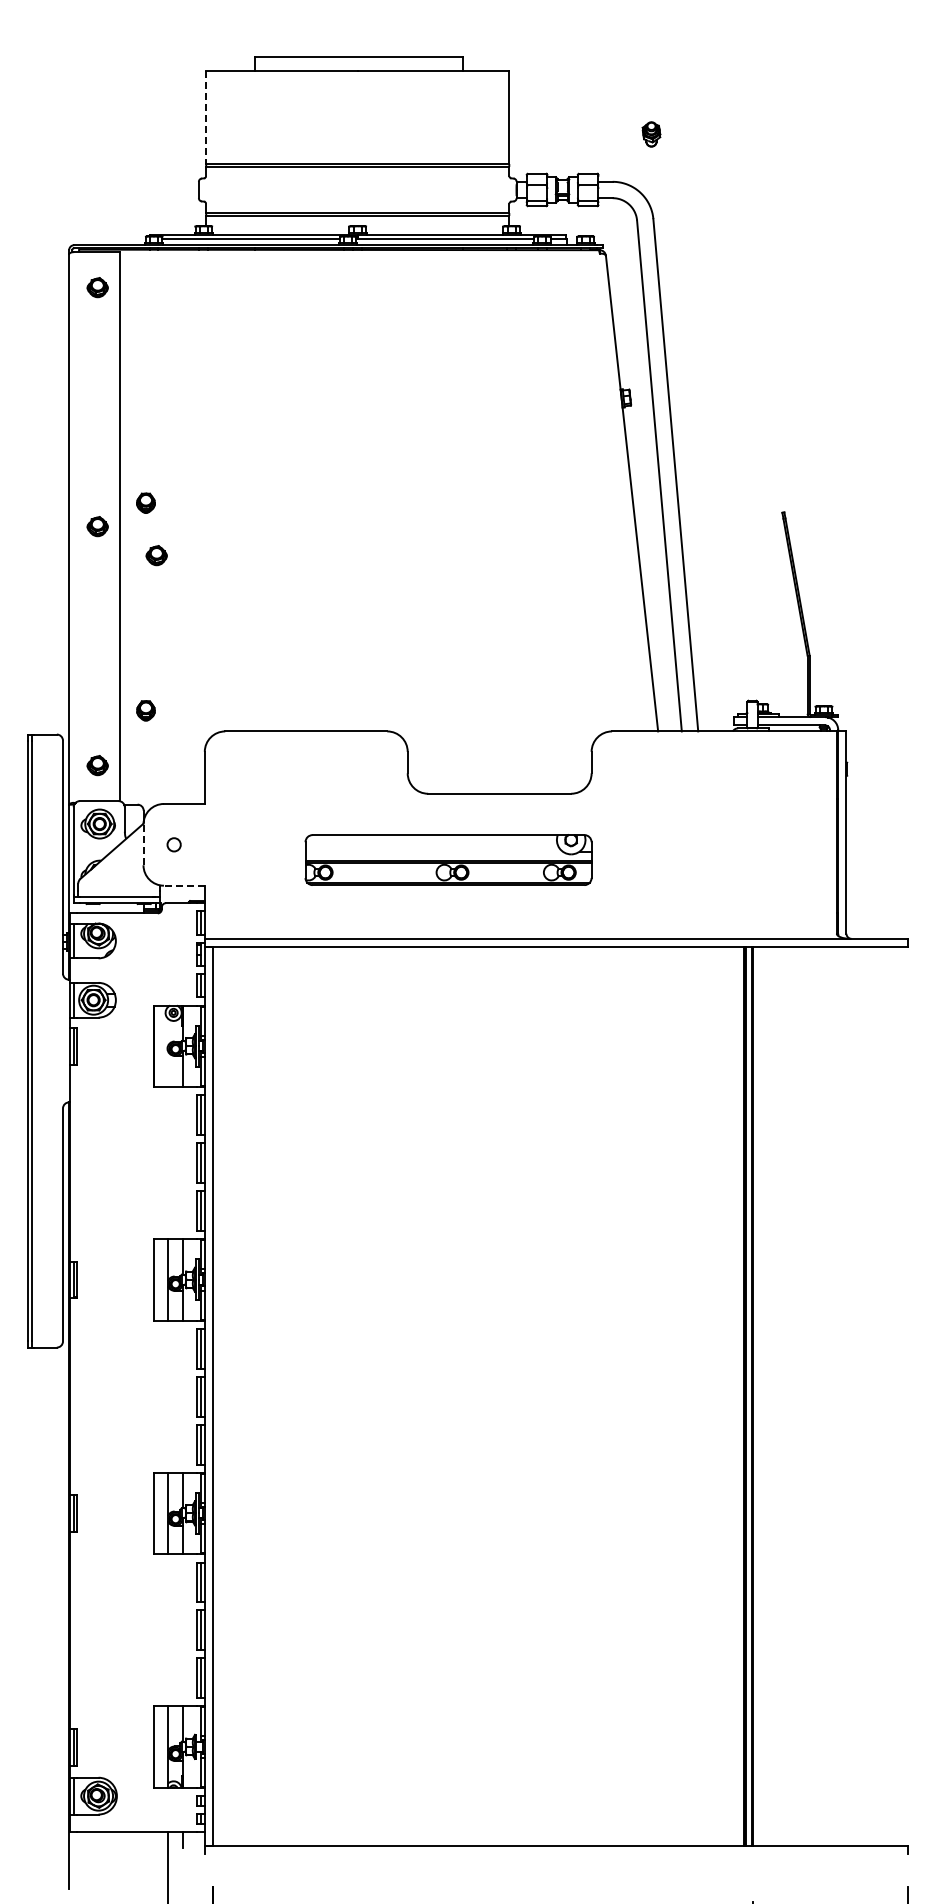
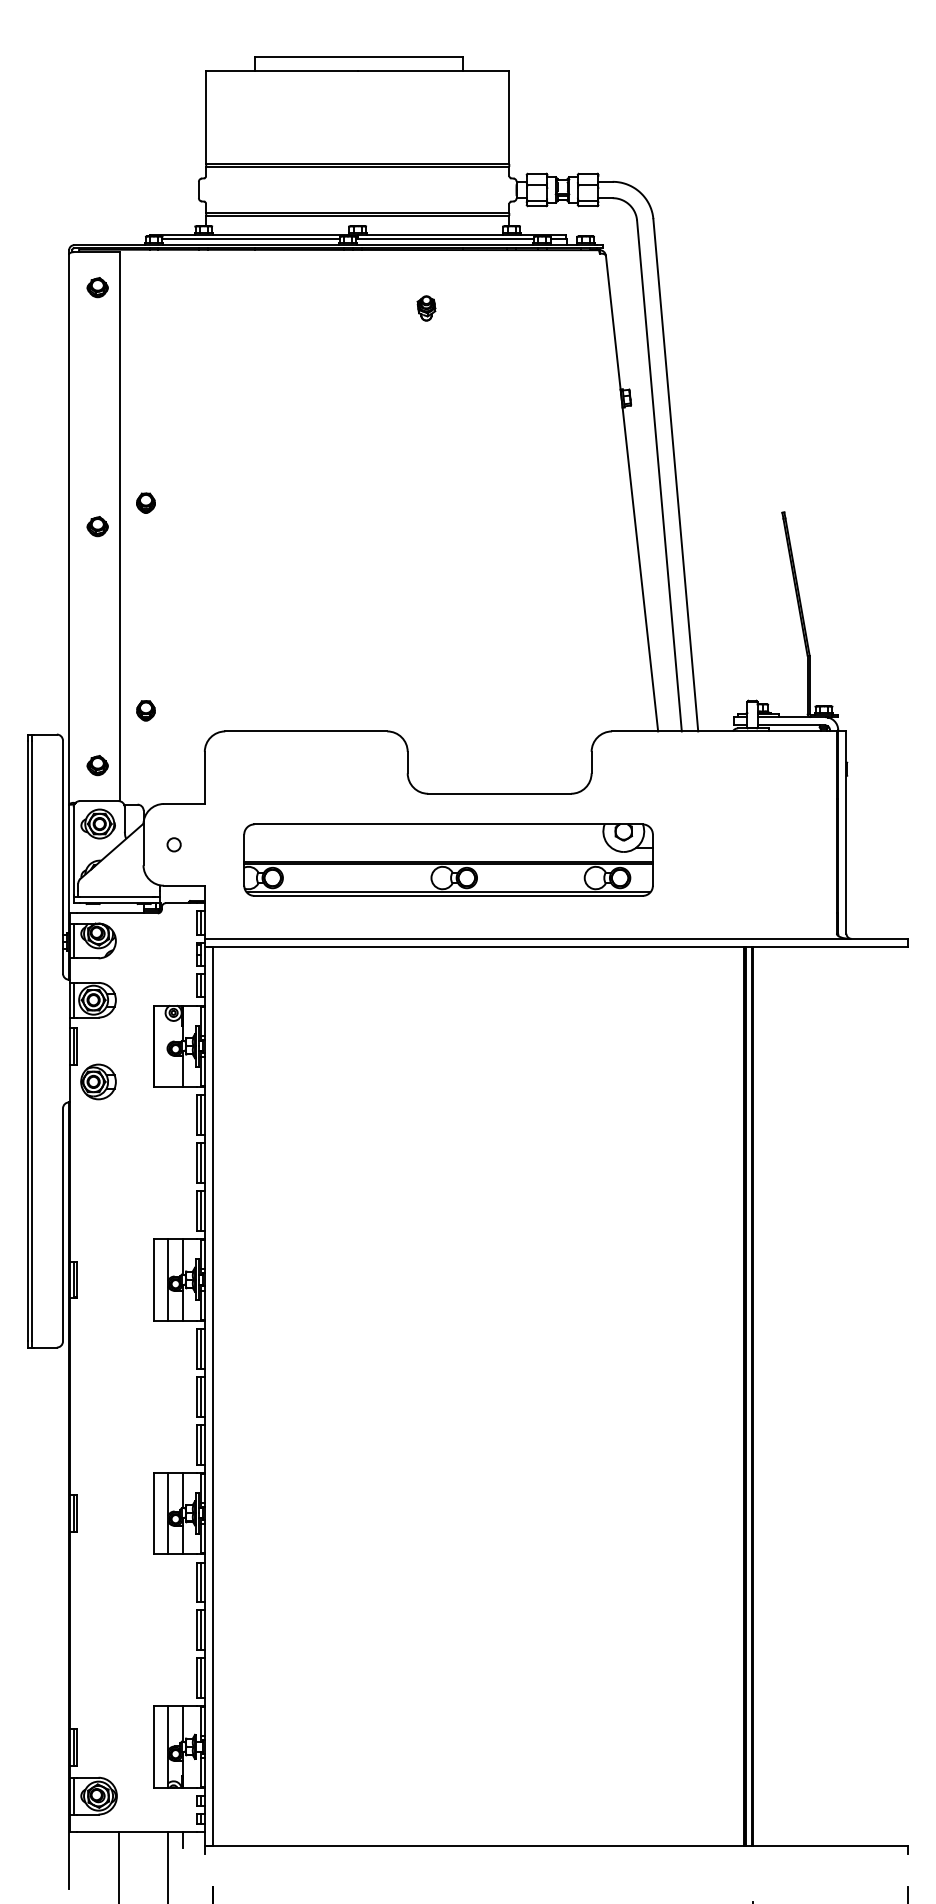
line at (206, 118): dashed -> solid
part at (651, 134) position: (651, 134) -> (426, 308)
part at (156, 555): present -> none
line at (143, 844): dashed -> solid
part at (448, 859) size: 289x52 px -> 411x74 px
line at (183, 885): dashed -> solid
part at (98, 1081): none -> present
line at (118, 1865): none -> present
